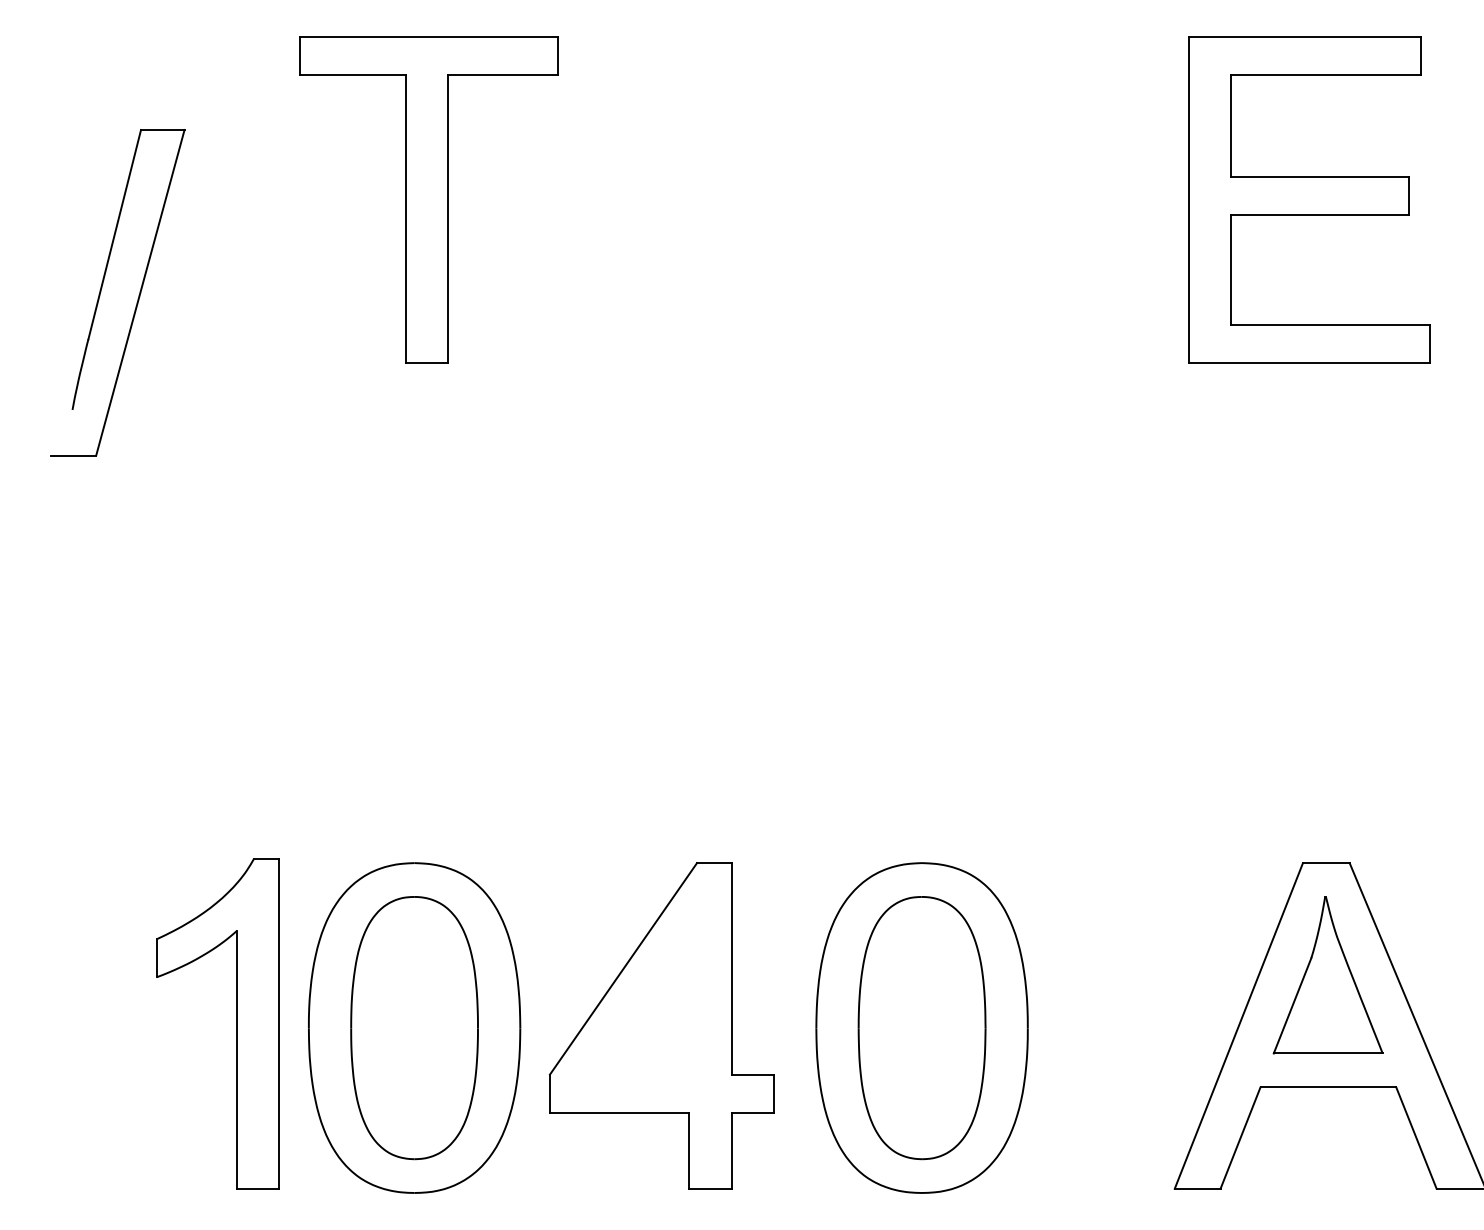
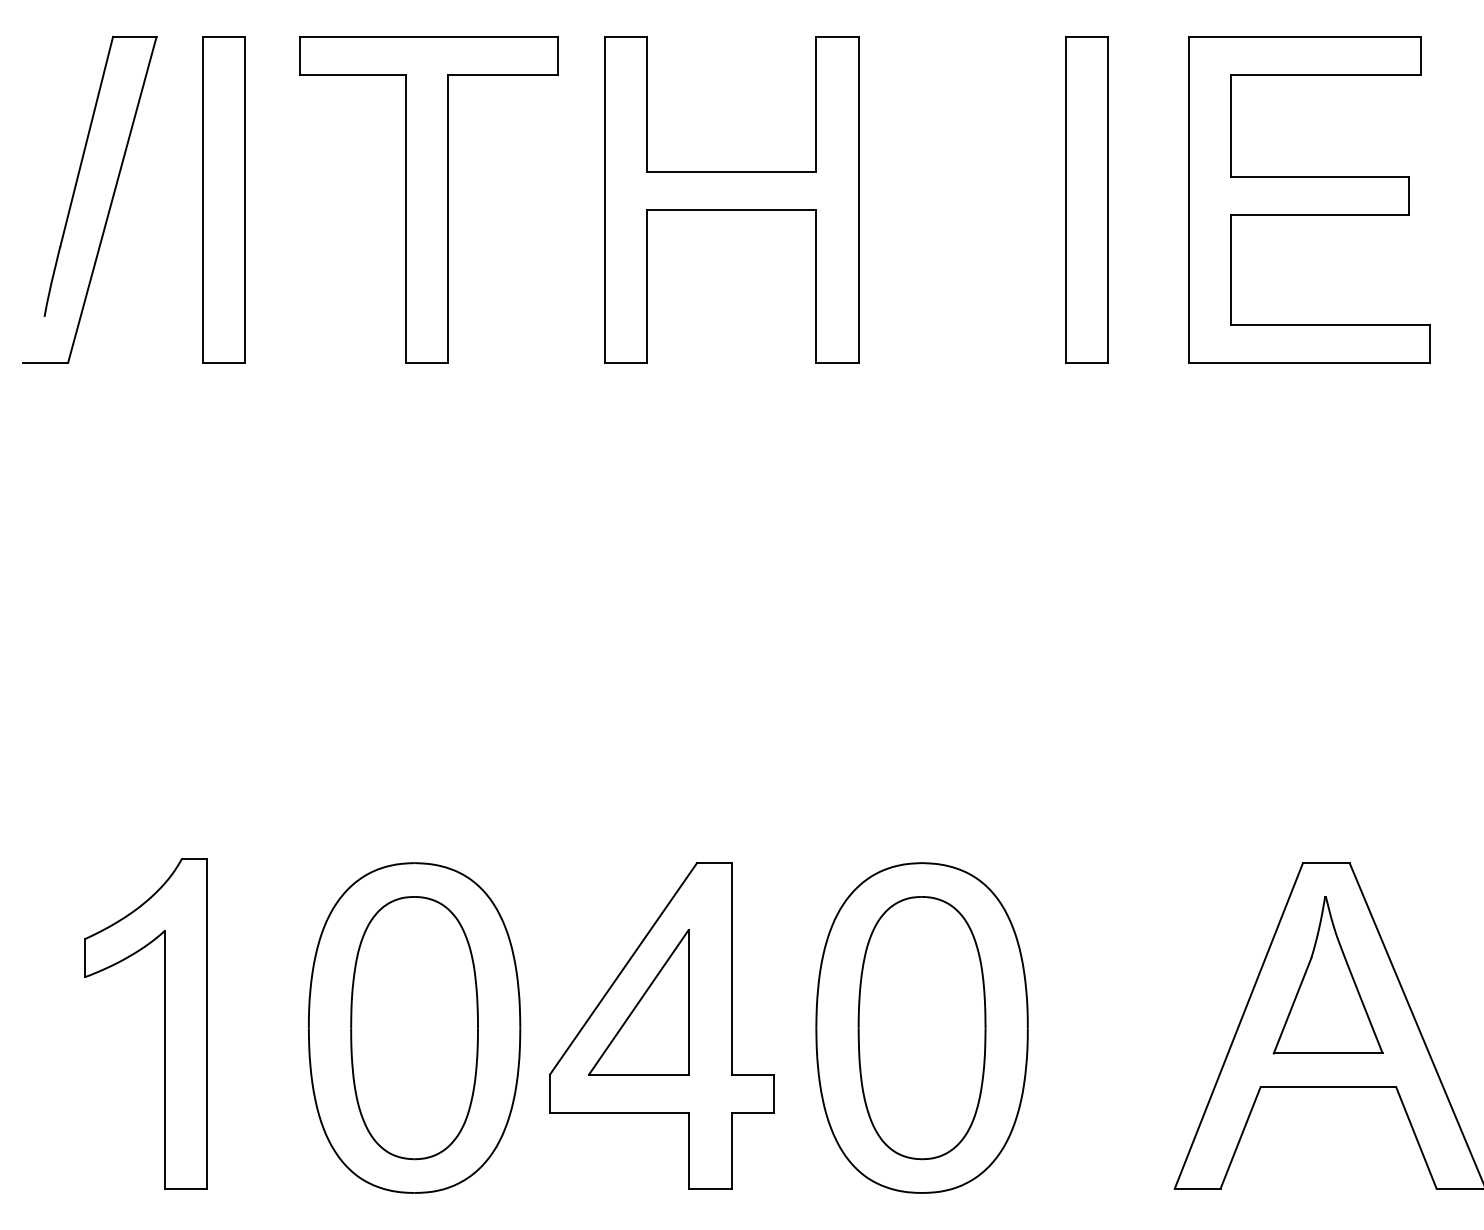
part at (223, 199): none -> present
part at (731, 199): none -> present
part at (1086, 199): none -> present
part at (102, 288) position: (102, 288) -> (74, 195)
part at (638, 1002): none -> present
part at (236, 1023) position: (236, 1023) -> (164, 1023)
